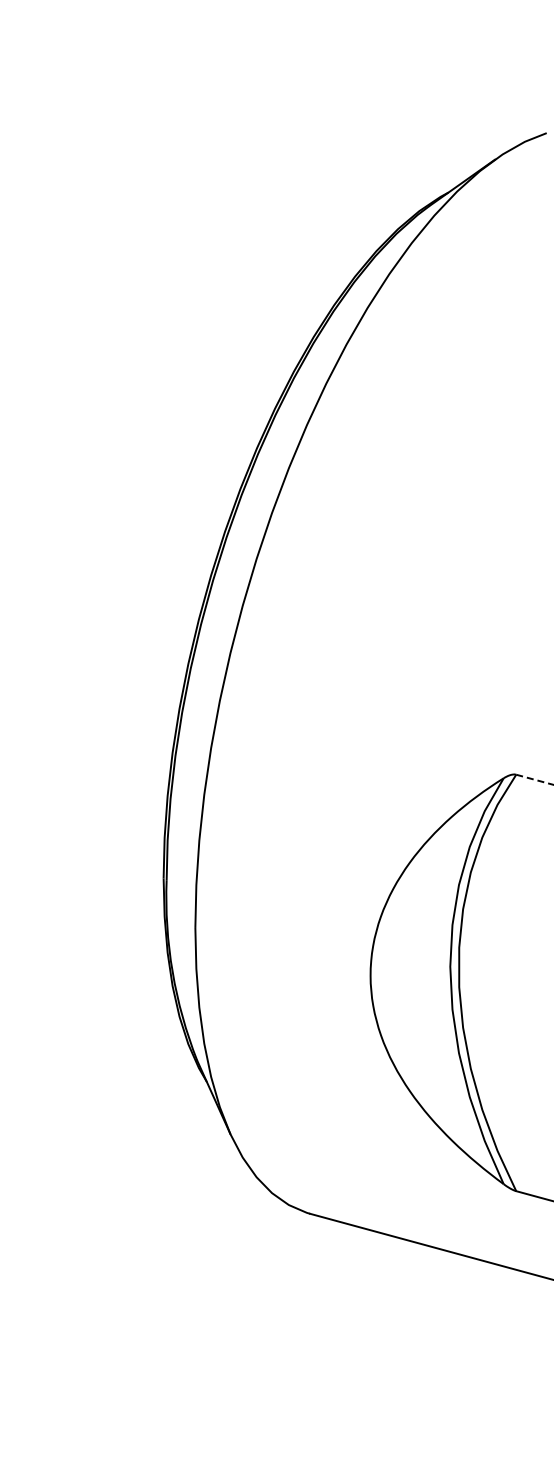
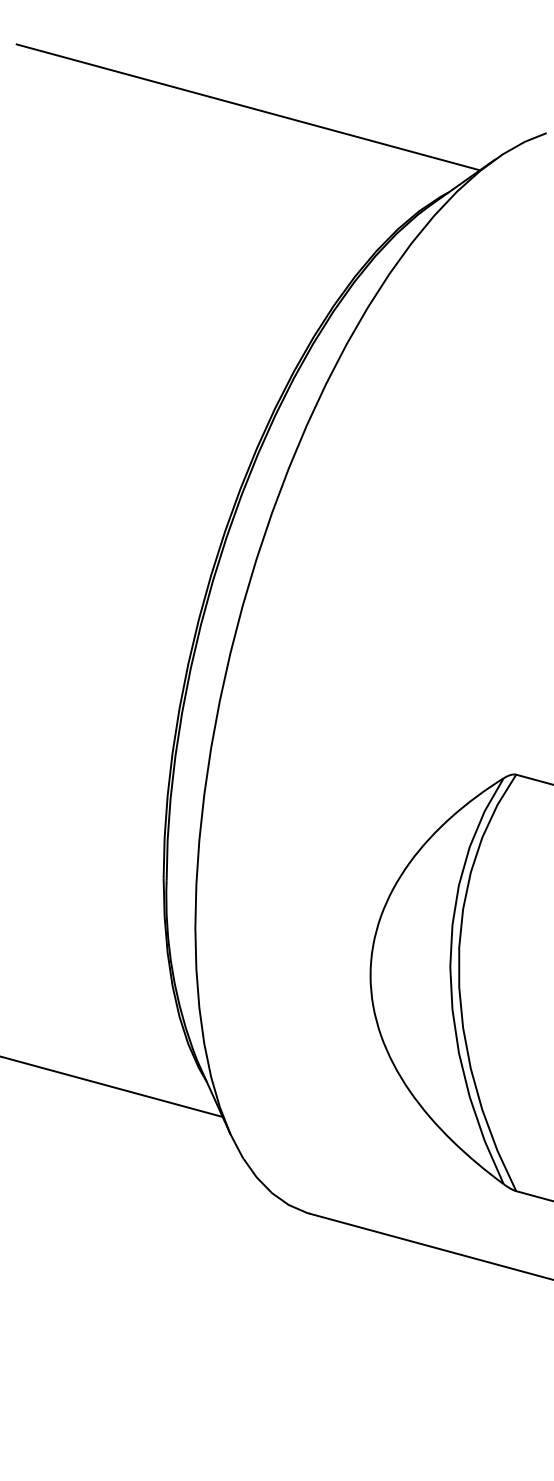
line at (247, 107): none -> present
line at (535, 779): dashed -> solid
line at (112, 1086): none -> present
